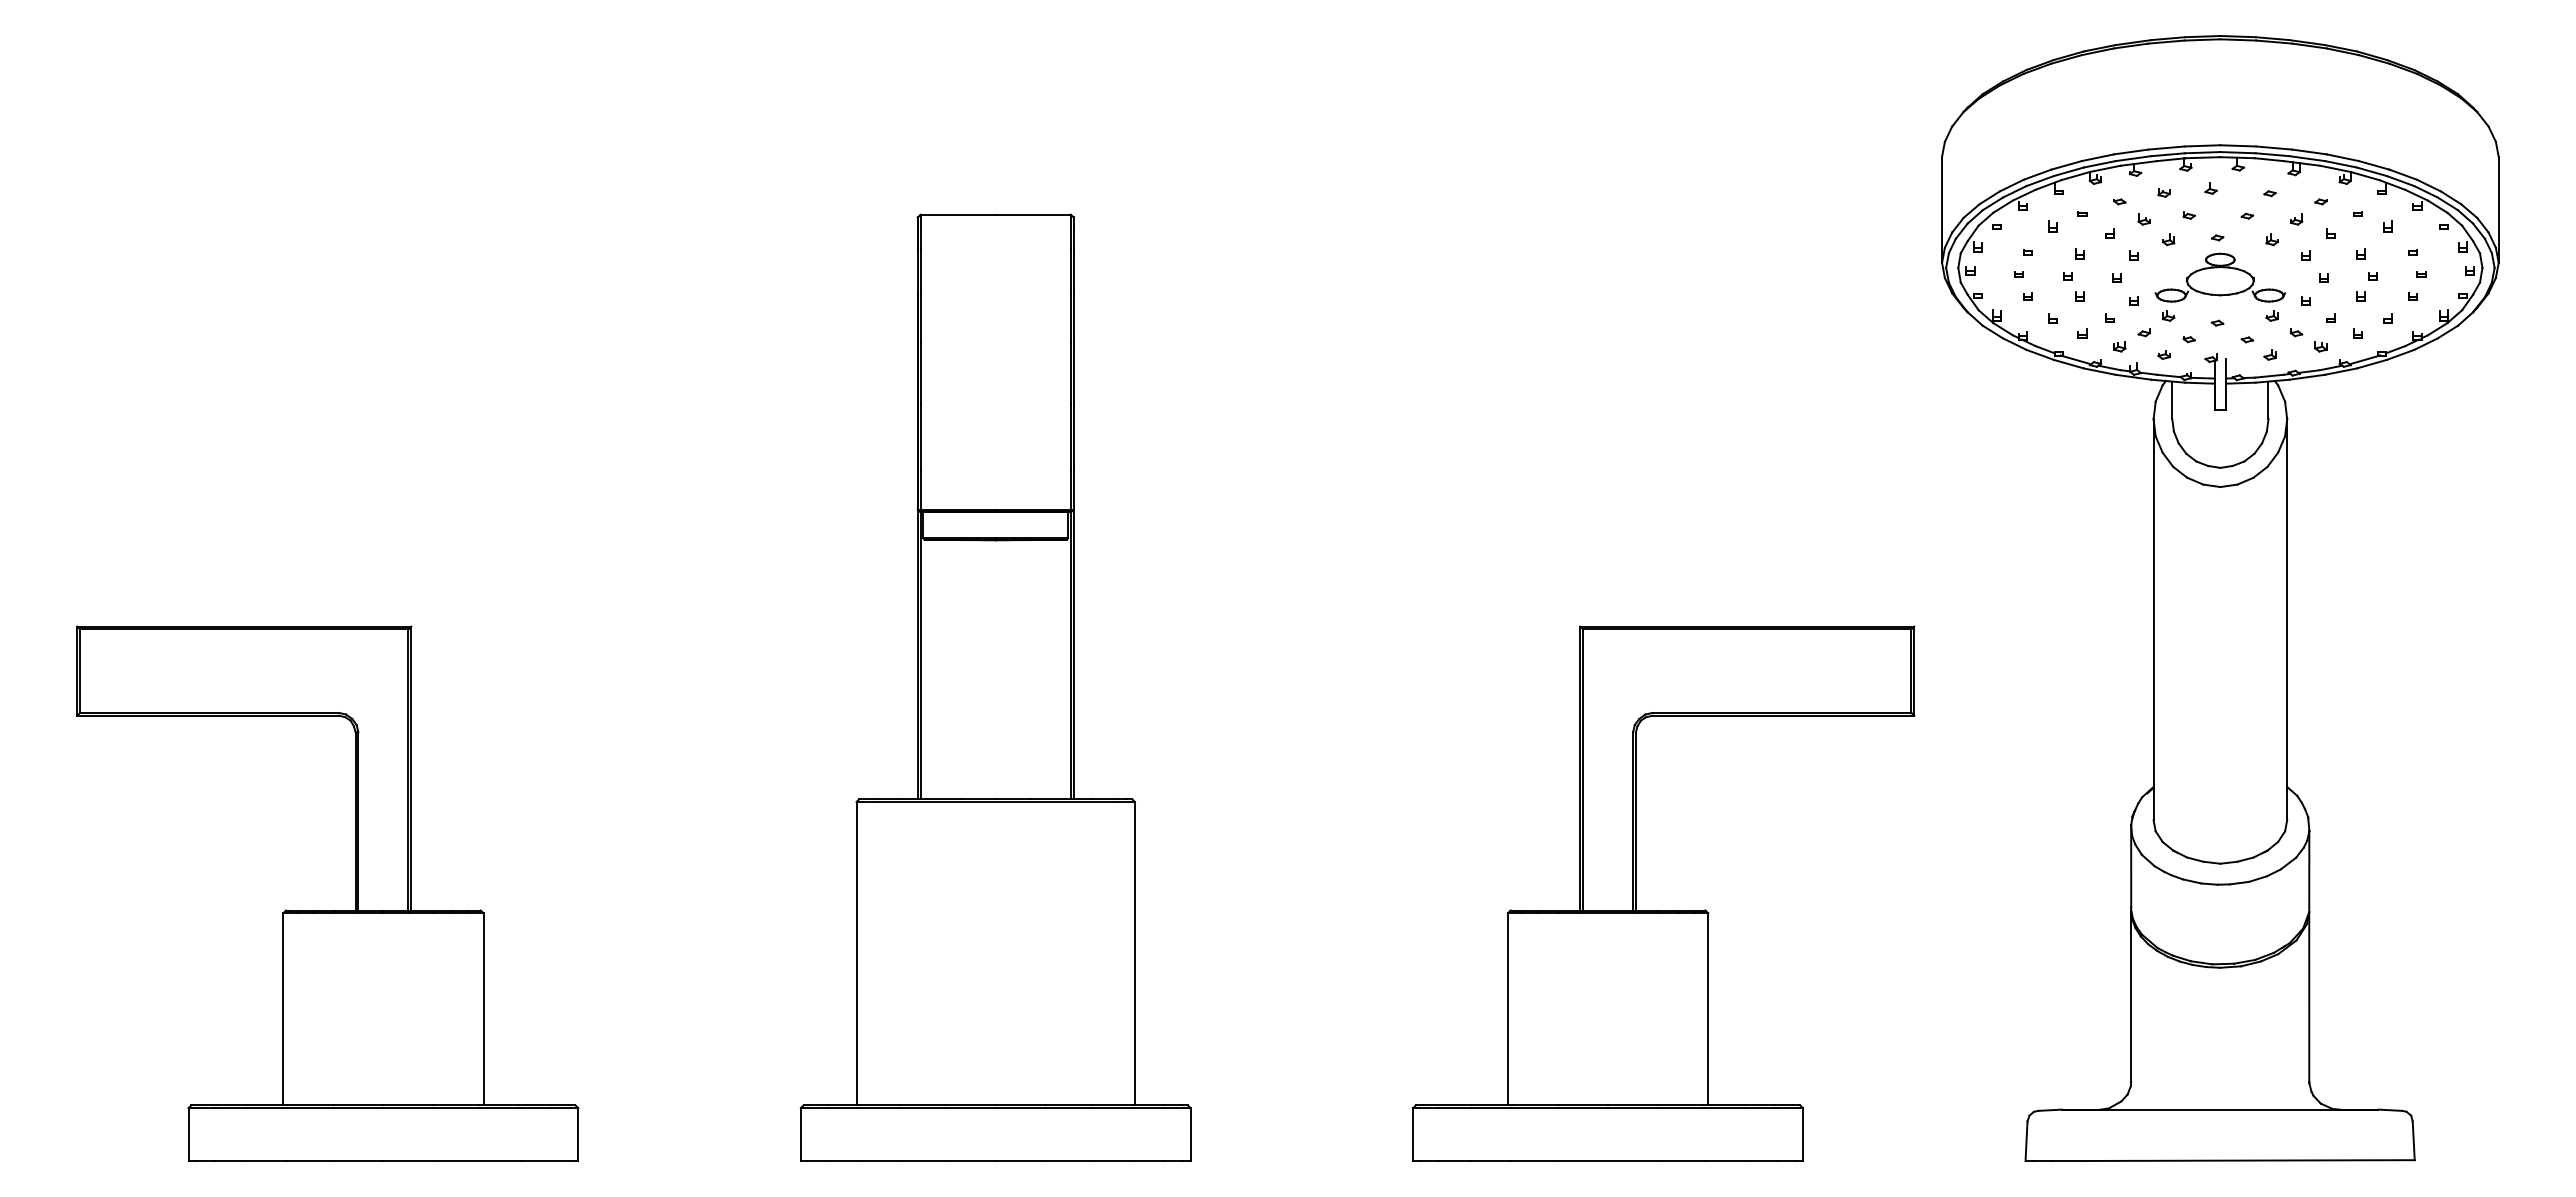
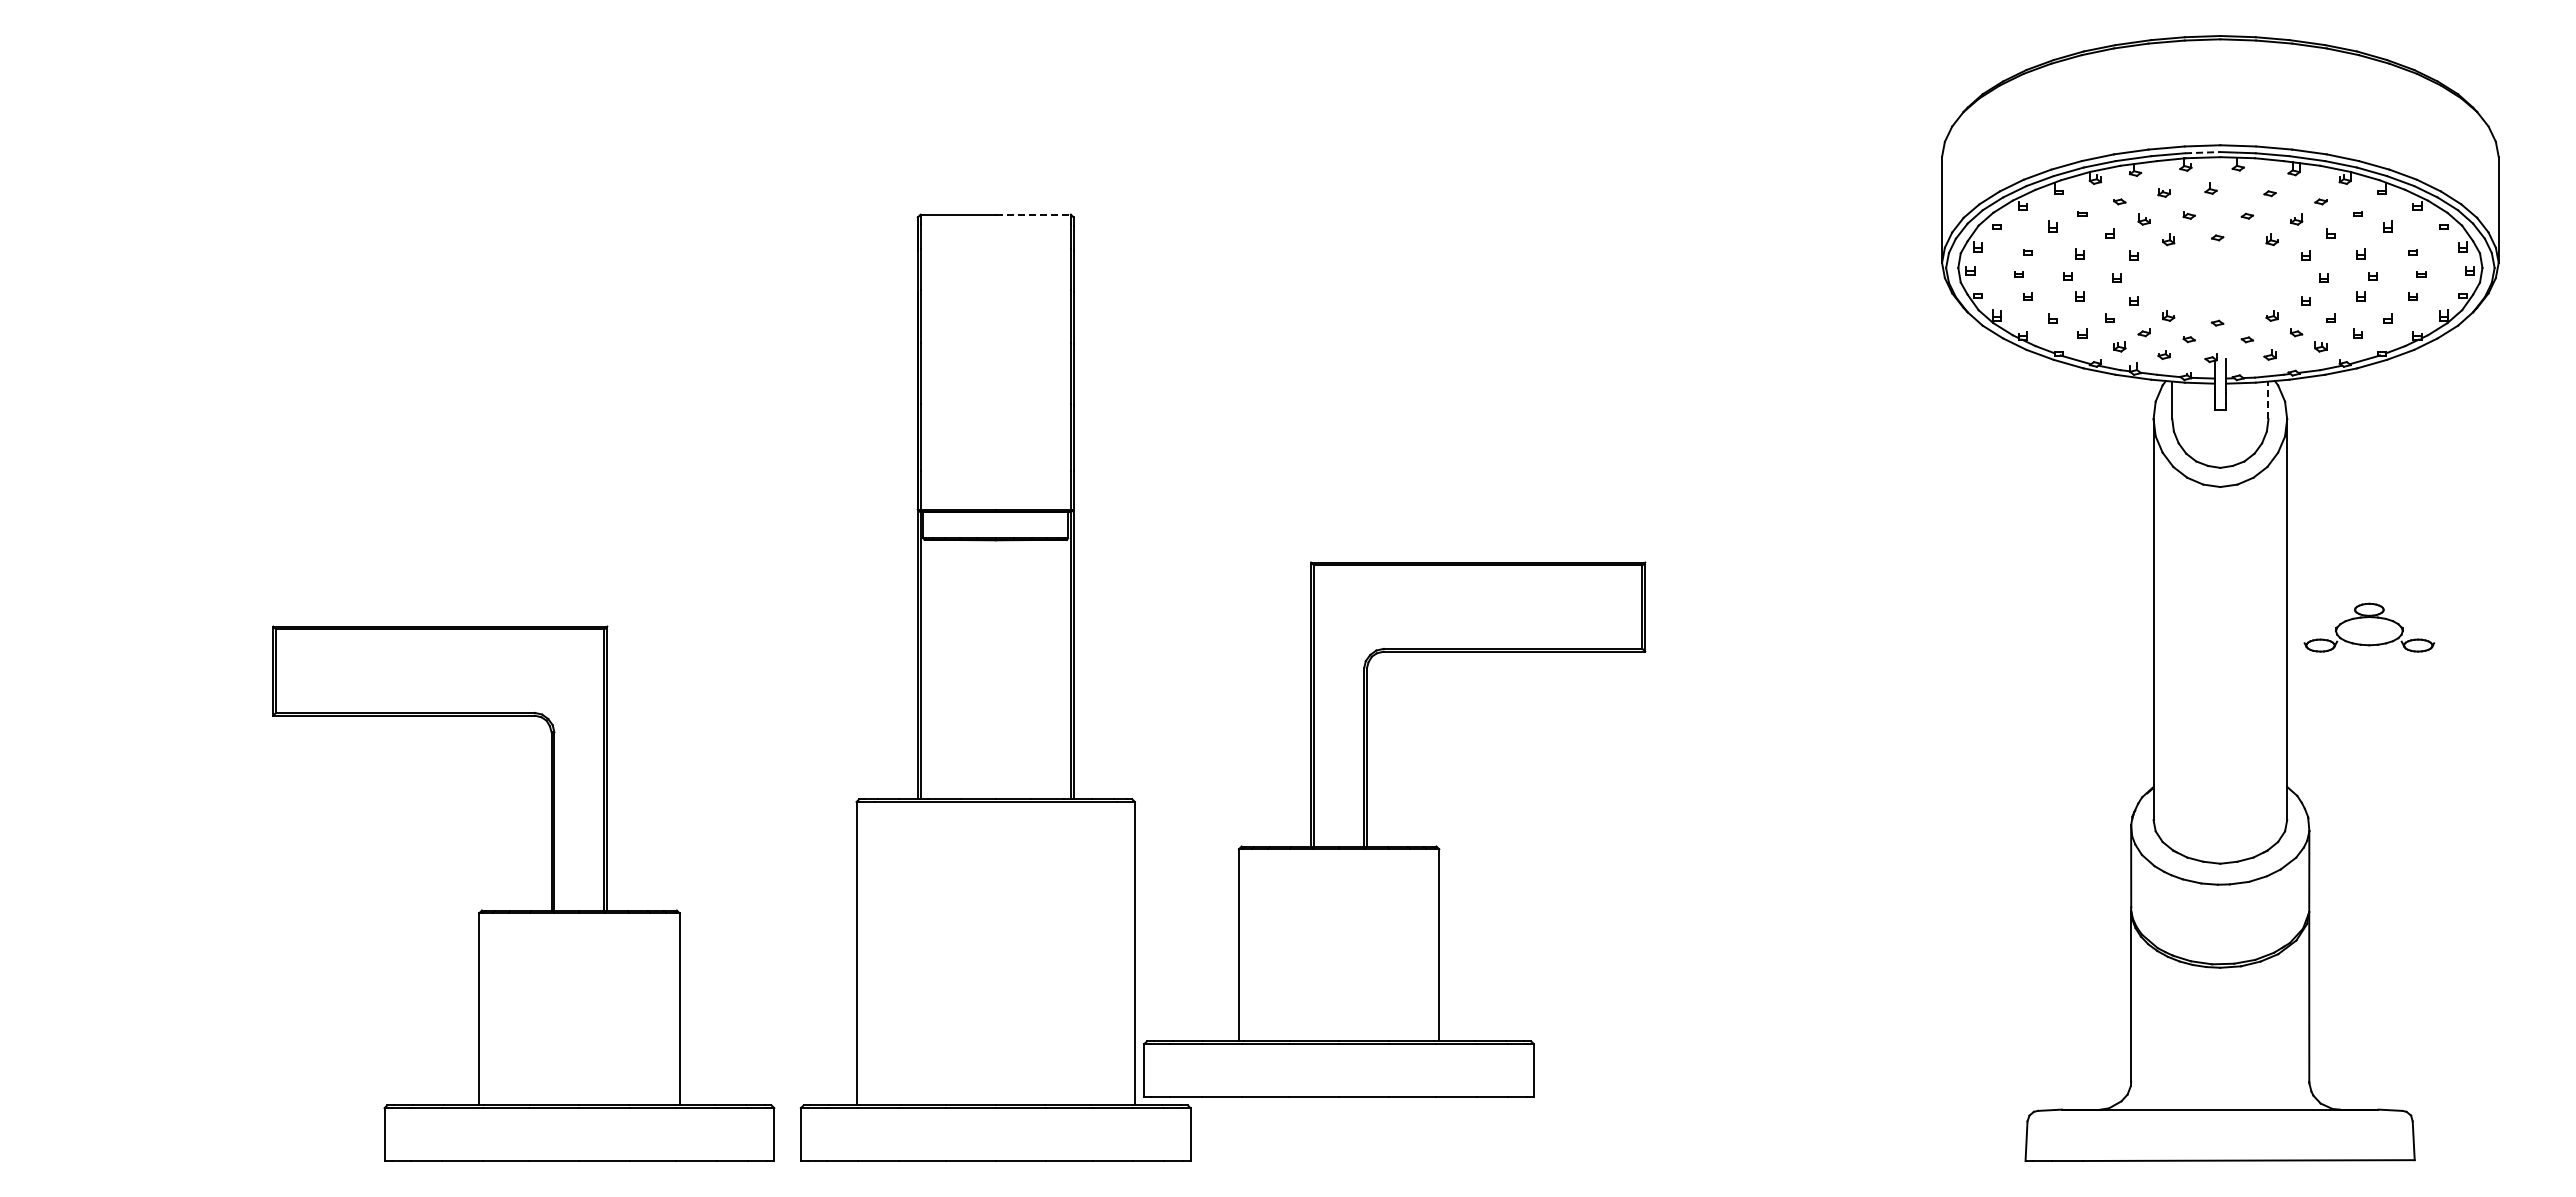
line at (2202, 152): solid -> dashed
line at (1033, 214): solid -> dashed
part at (2220, 277) position: (2220, 277) -> (2369, 627)
line at (2268, 400): solid -> dashed
part at (327, 910) position: (327, 910) -> (523, 910)
part at (1663, 910) position: (1663, 910) -> (1394, 846)
